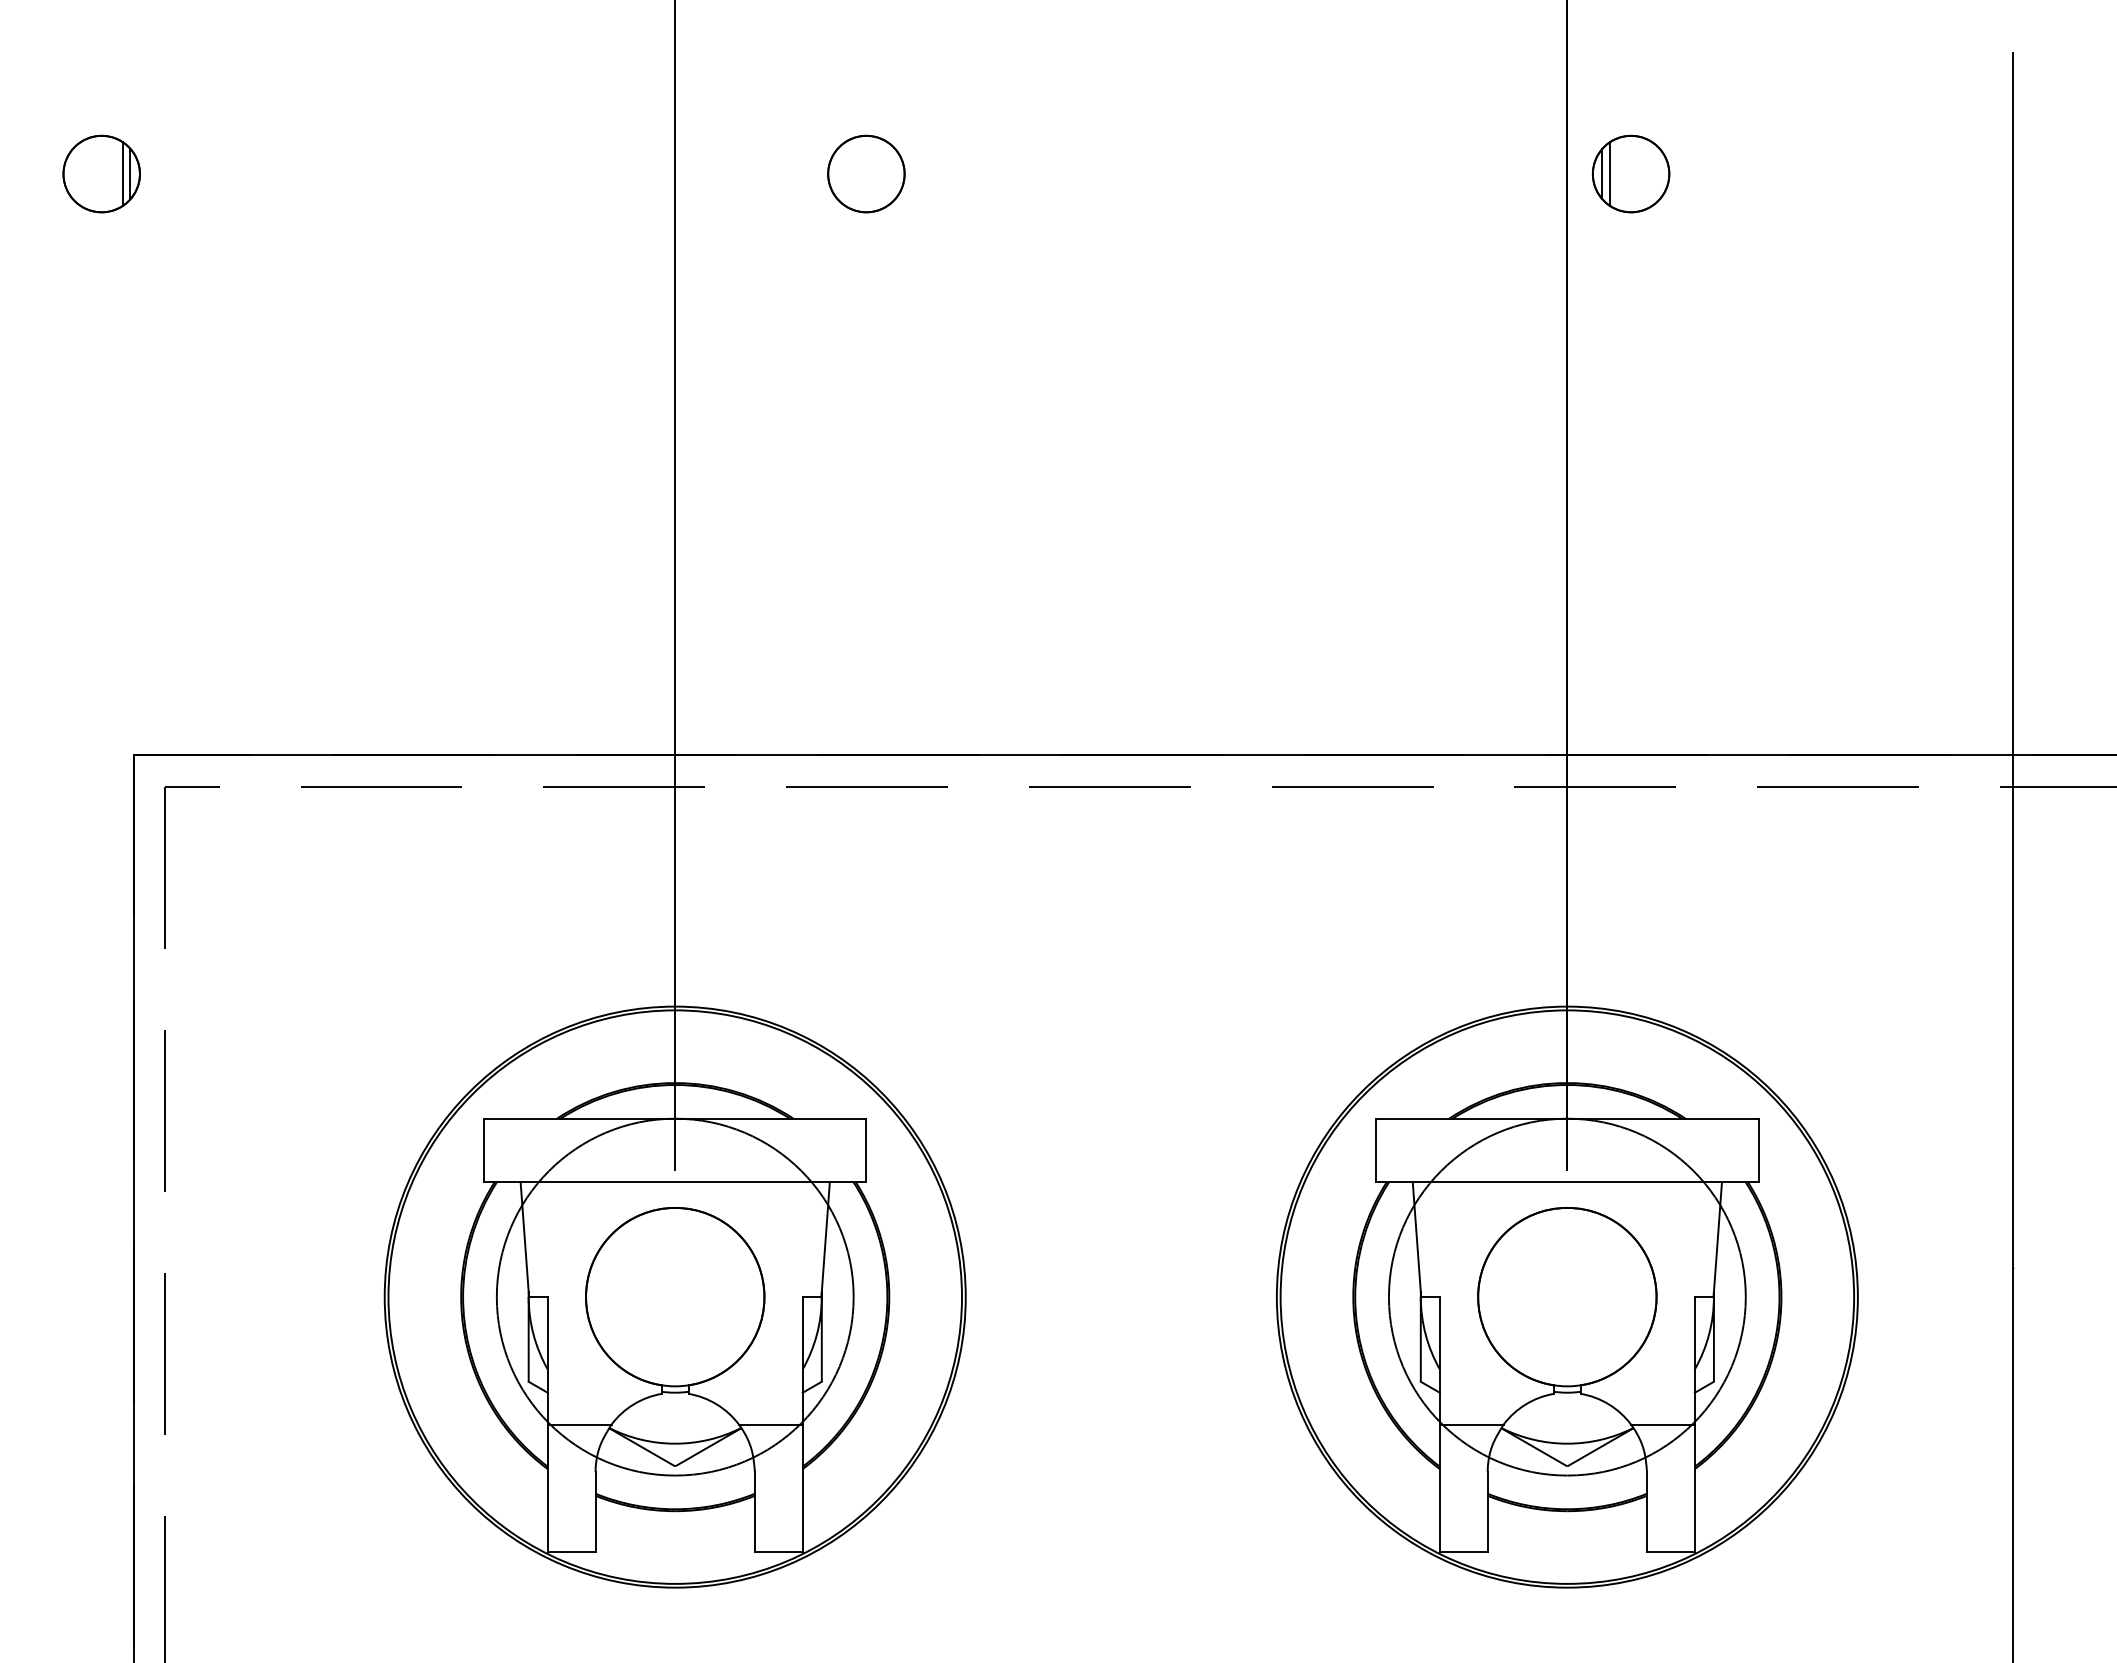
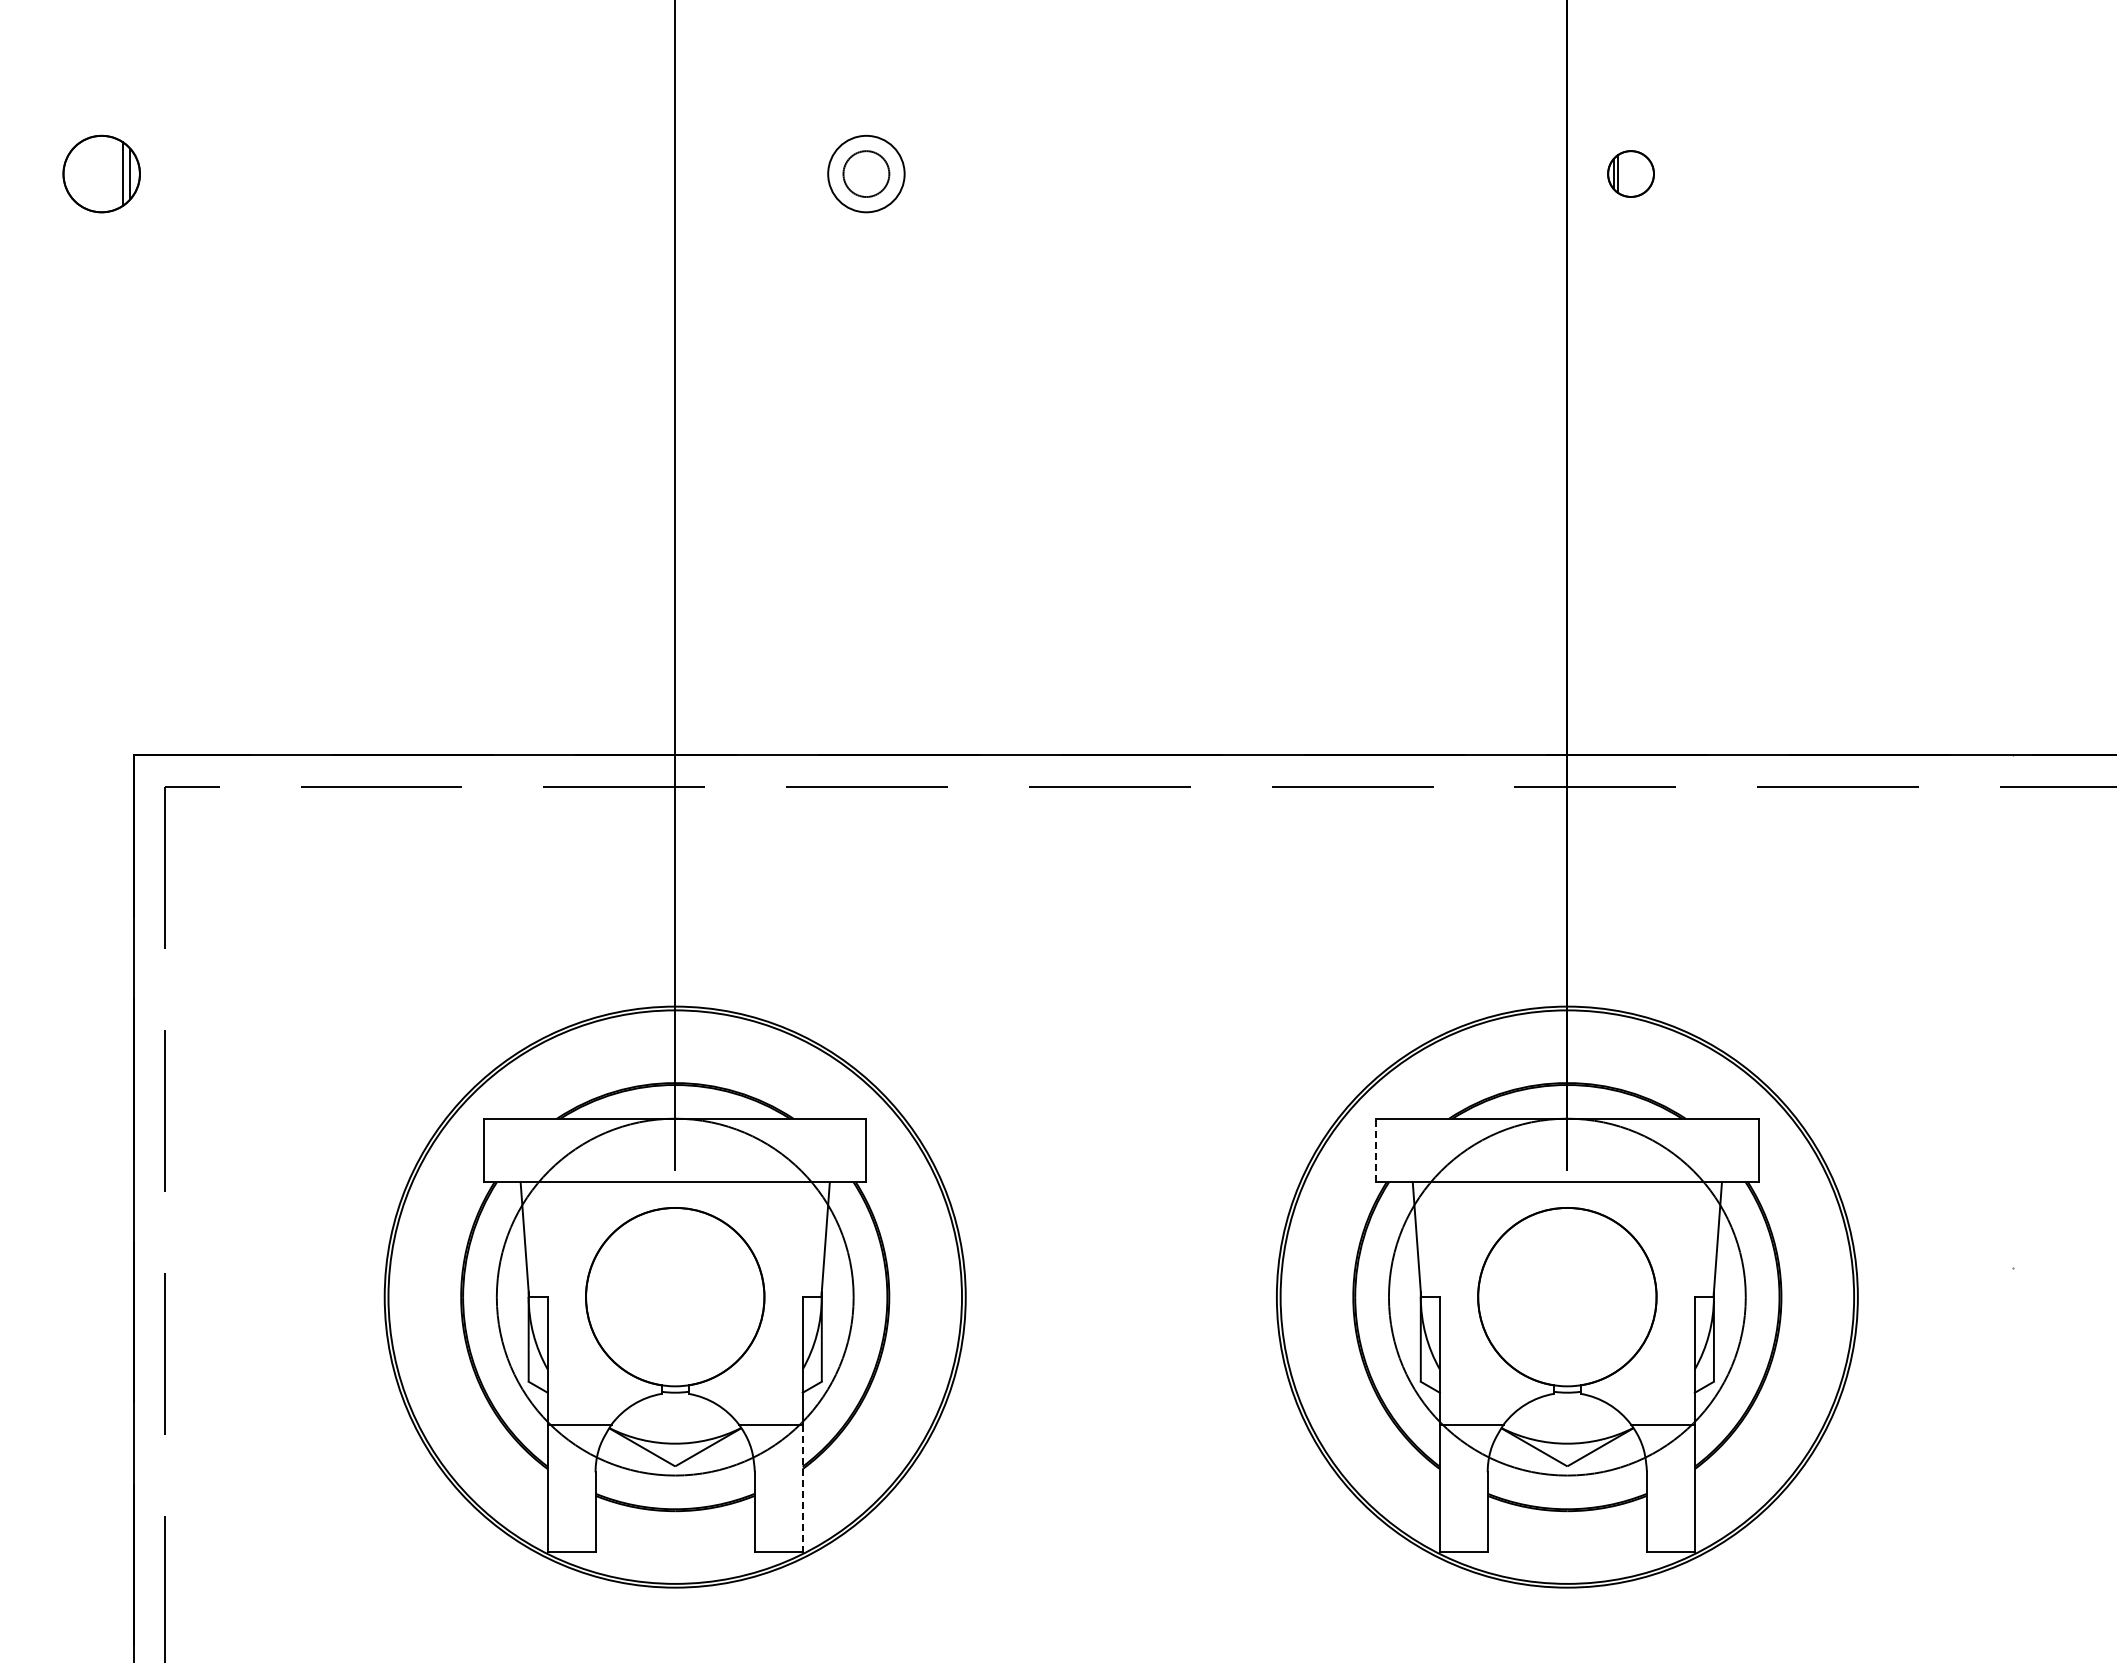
circle at (866, 173) diameter: 76 px -> 46 px
part at (1630, 173) size: 80x80 px -> 48x48 px
line at (2013, 856): present -> none
line at (1376, 1150): solid -> dashed
line at (802, 1488): solid -> dashed
